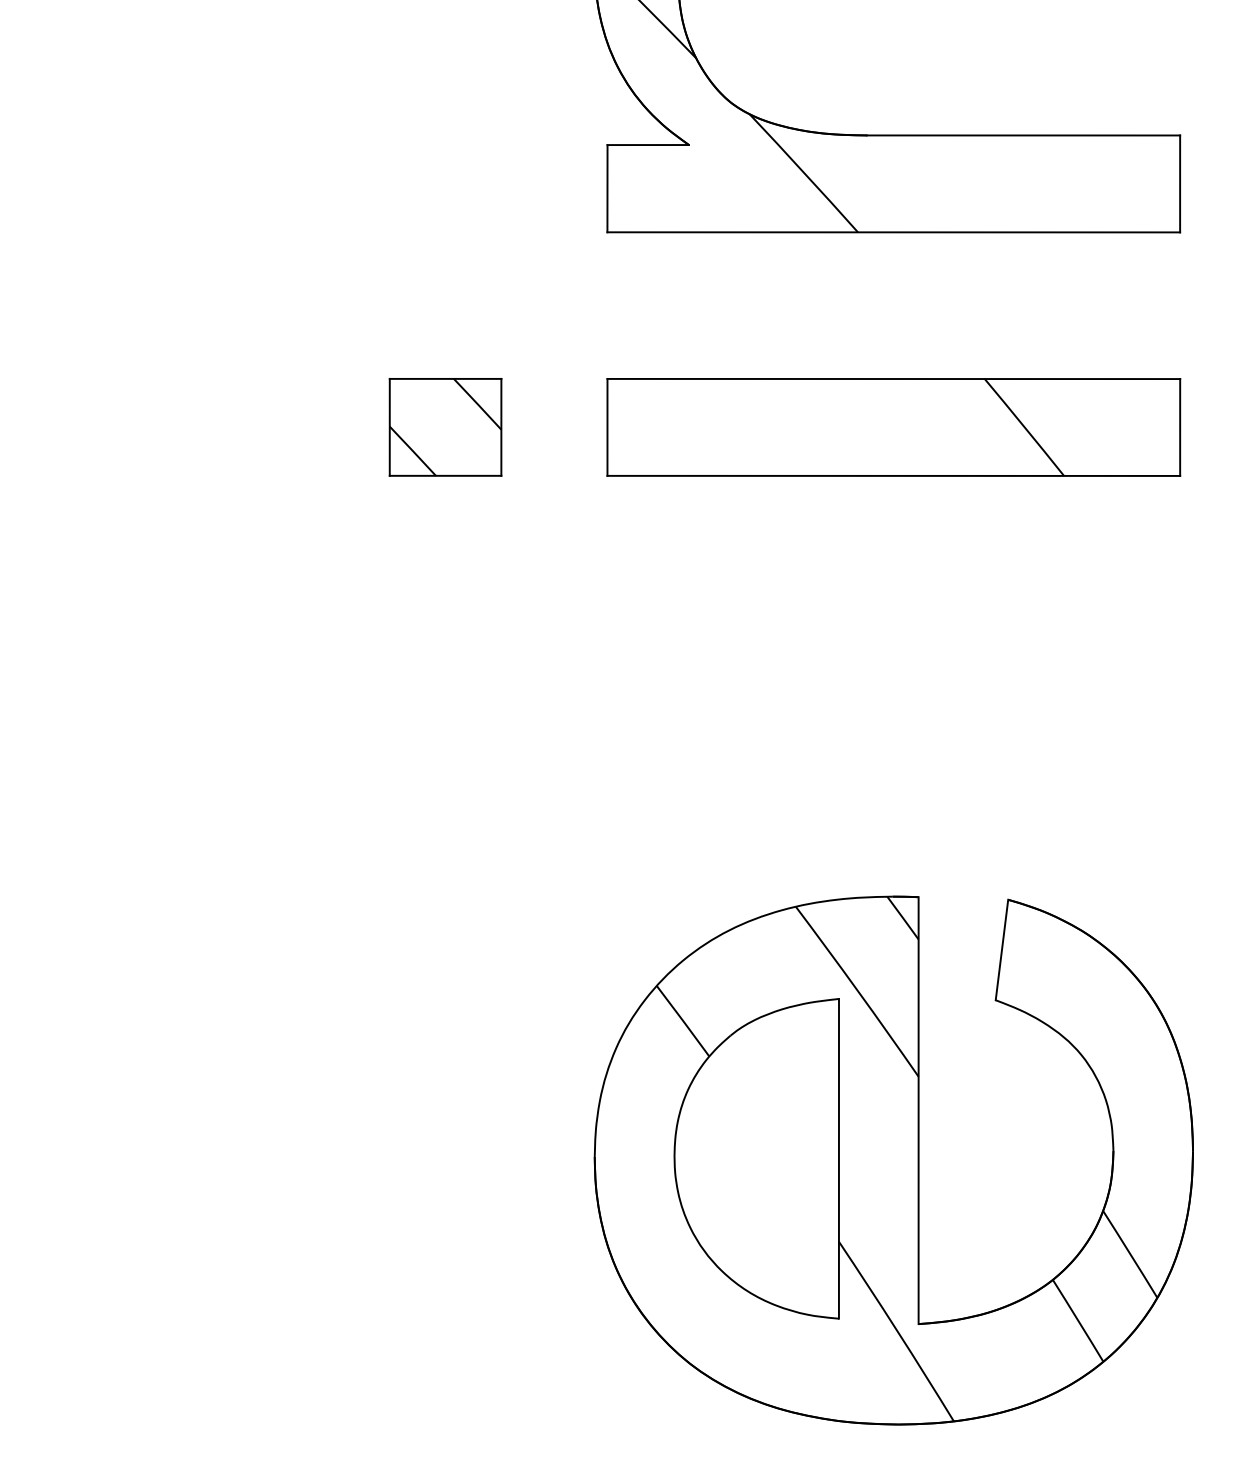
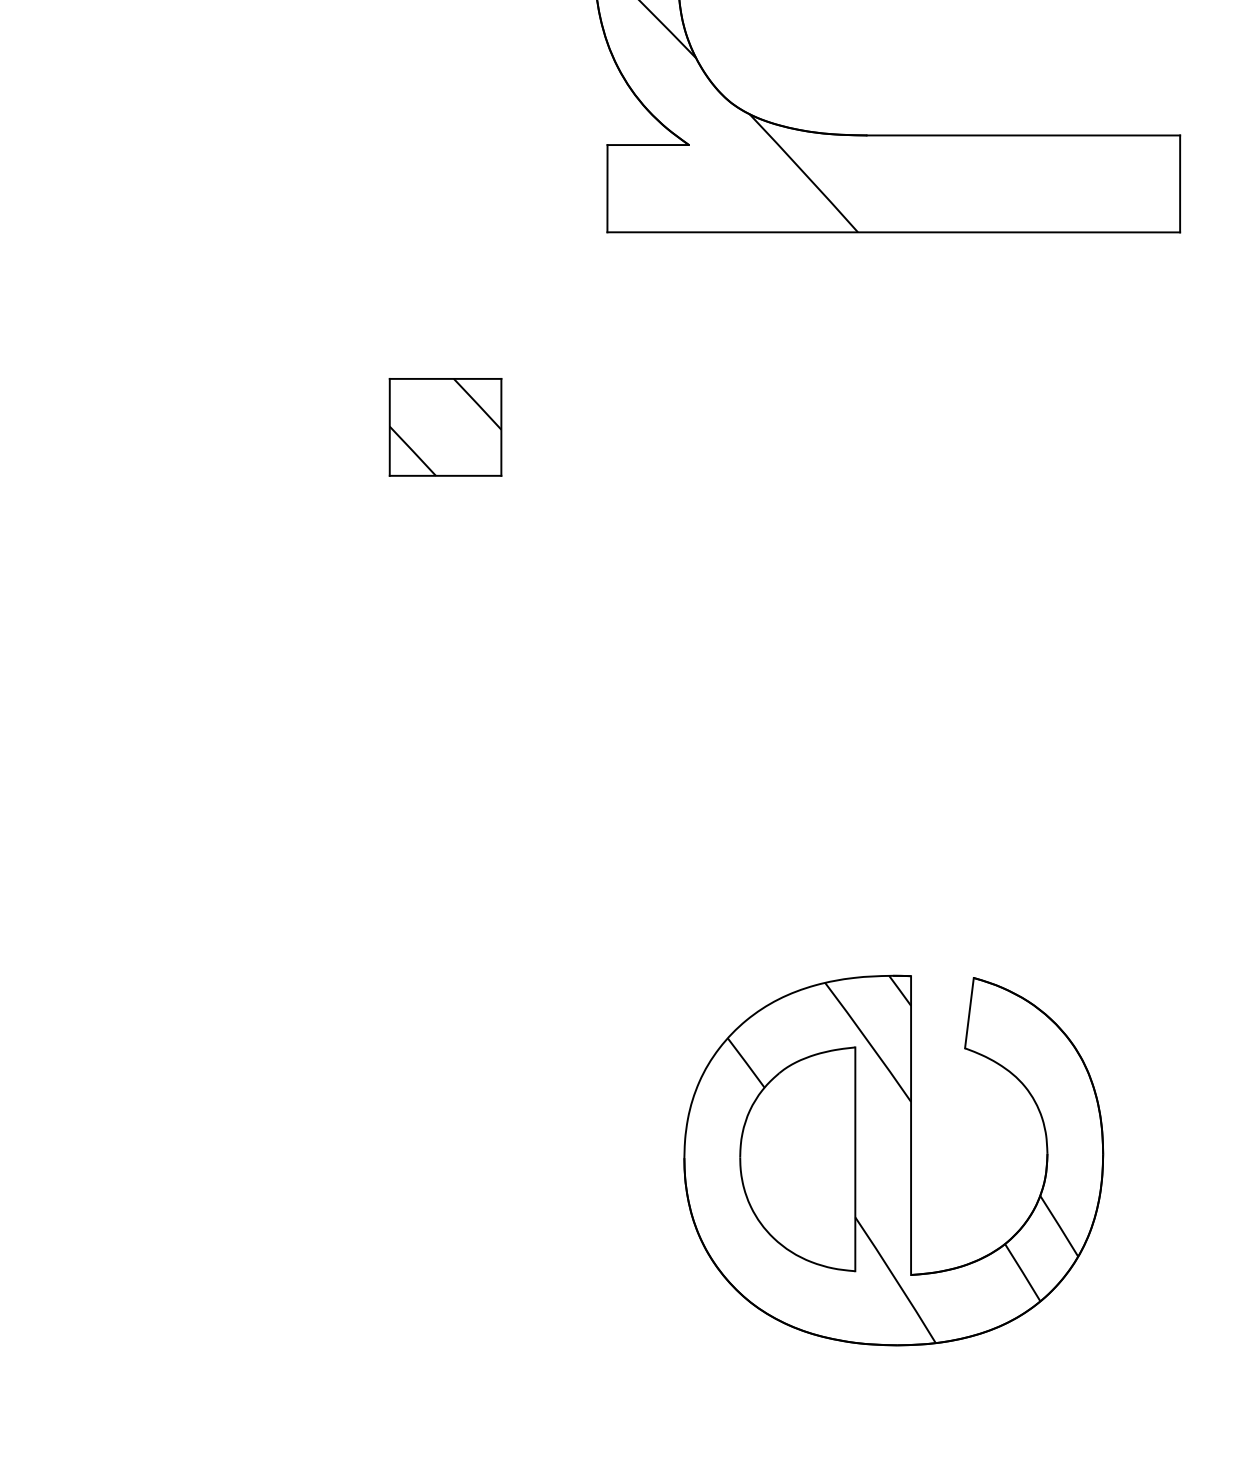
part at (893, 427): present -> none
part at (893, 1160) size: 601x531 px -> 422x373 px
